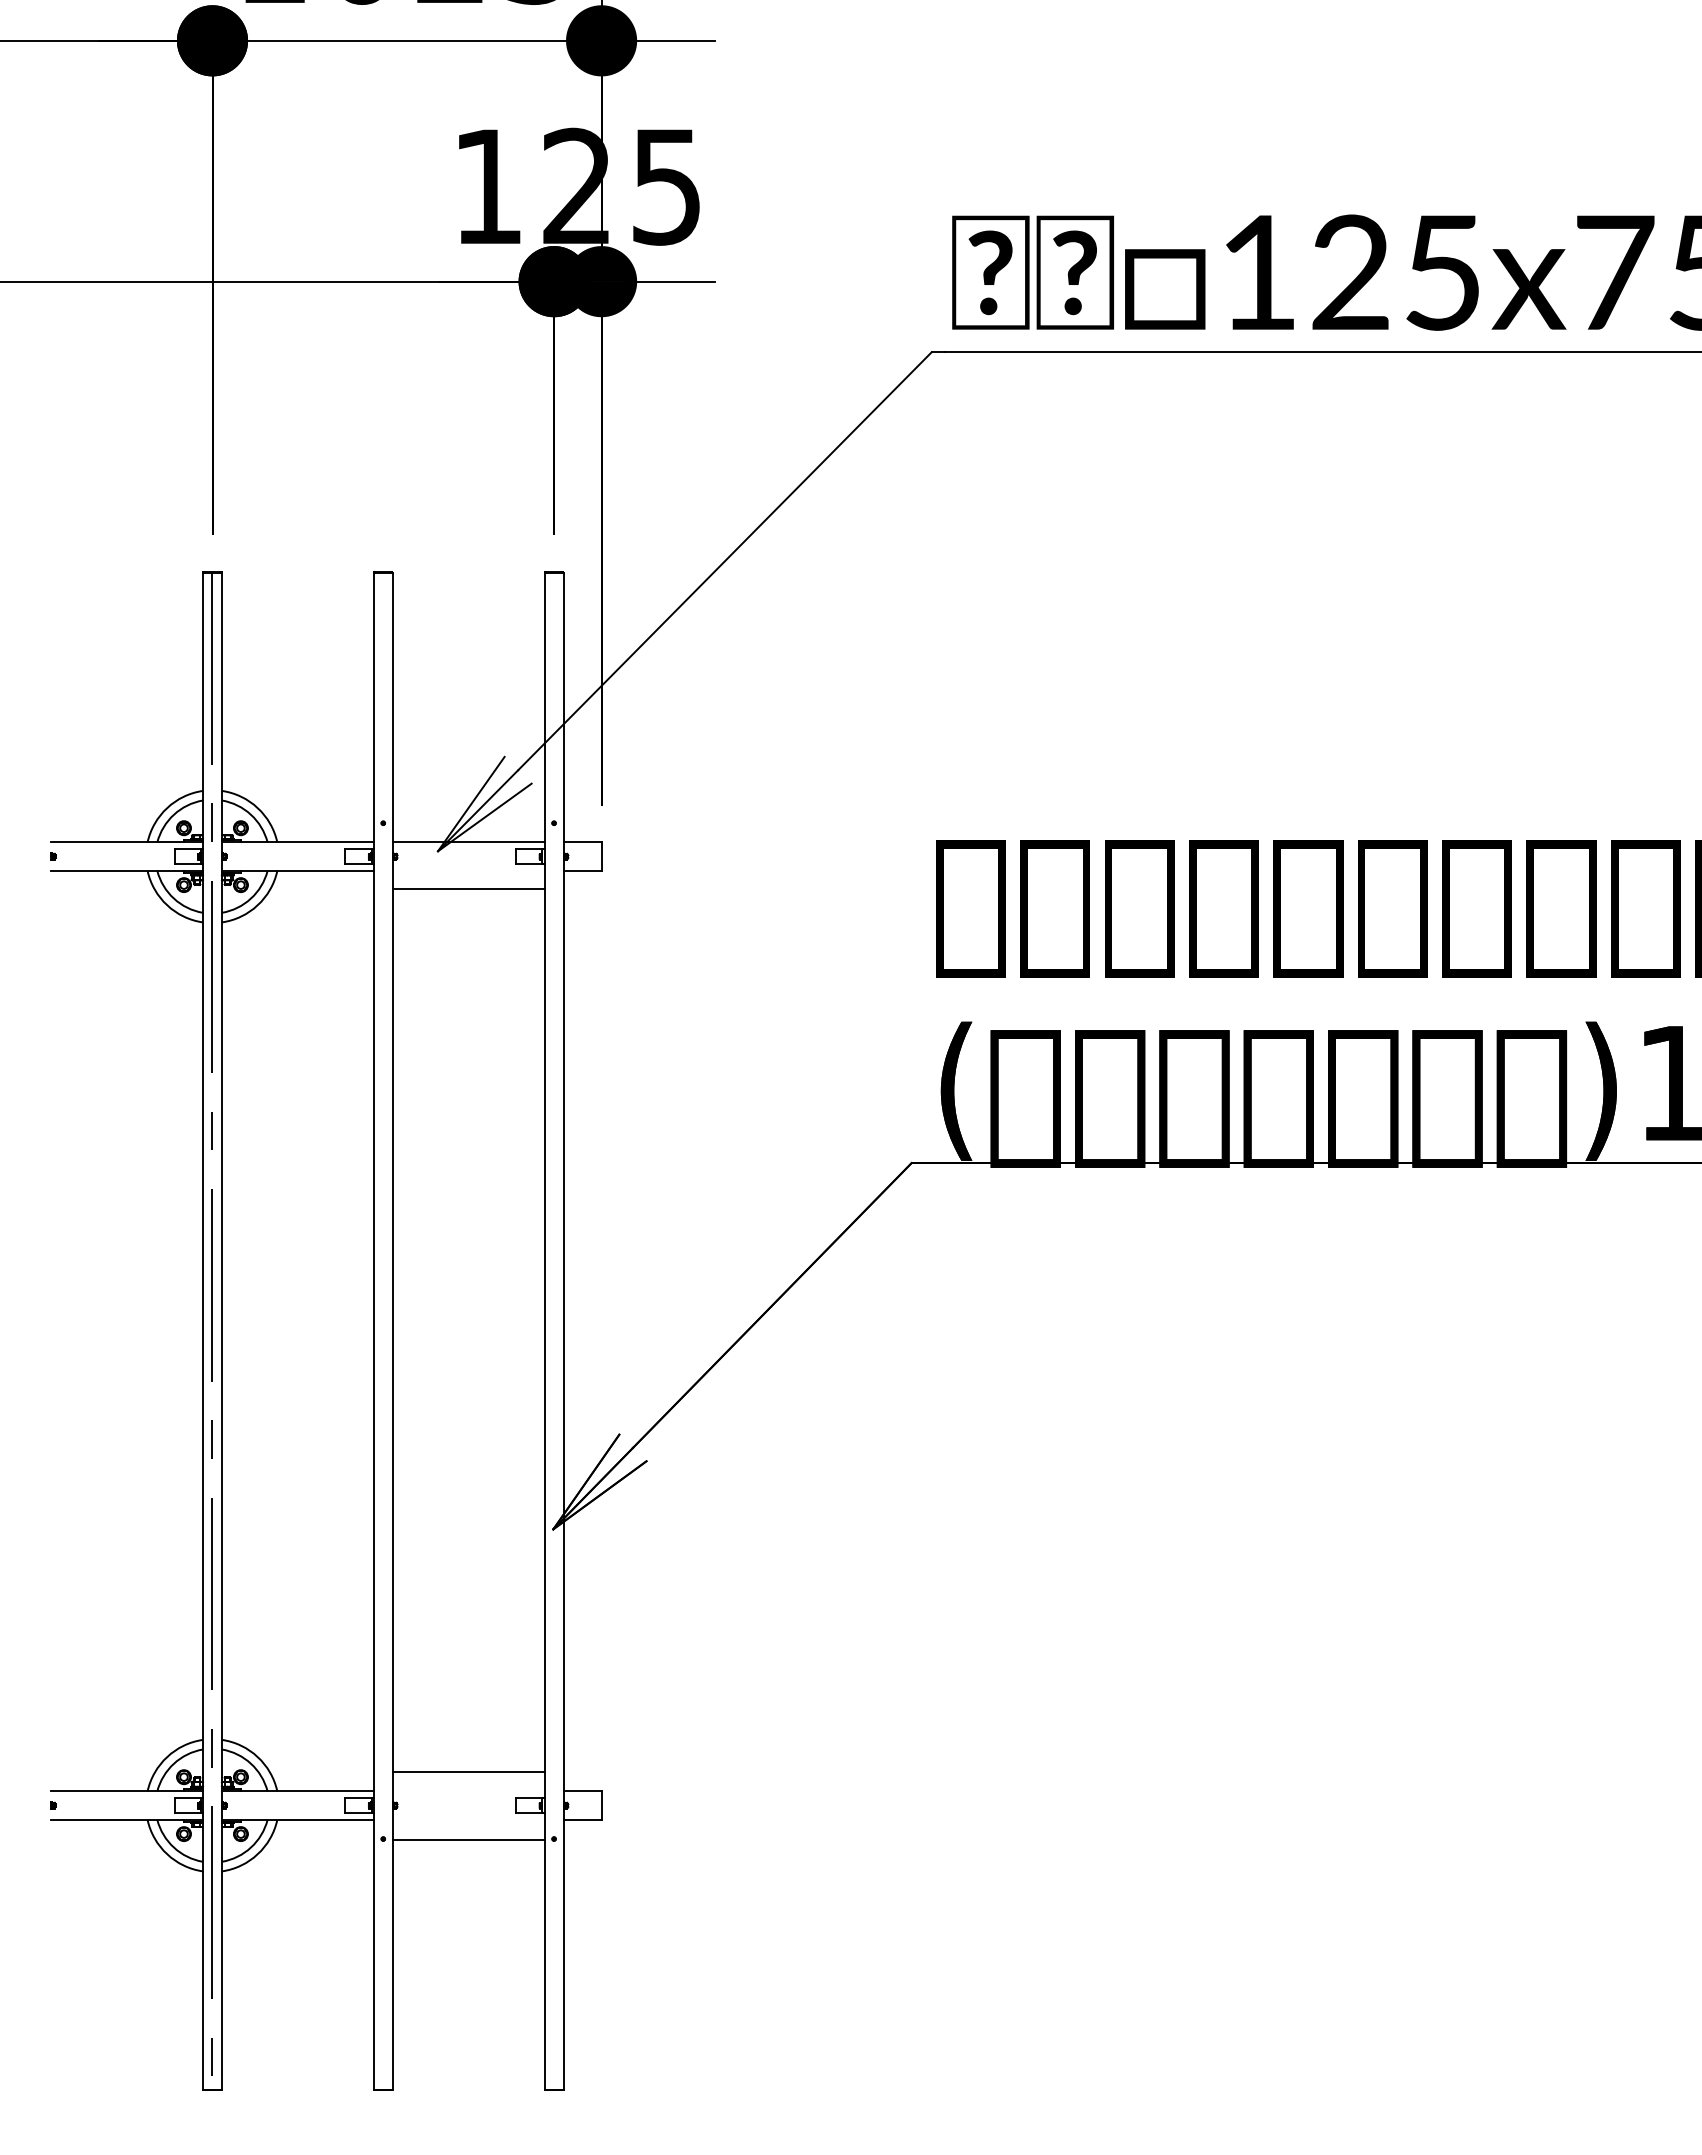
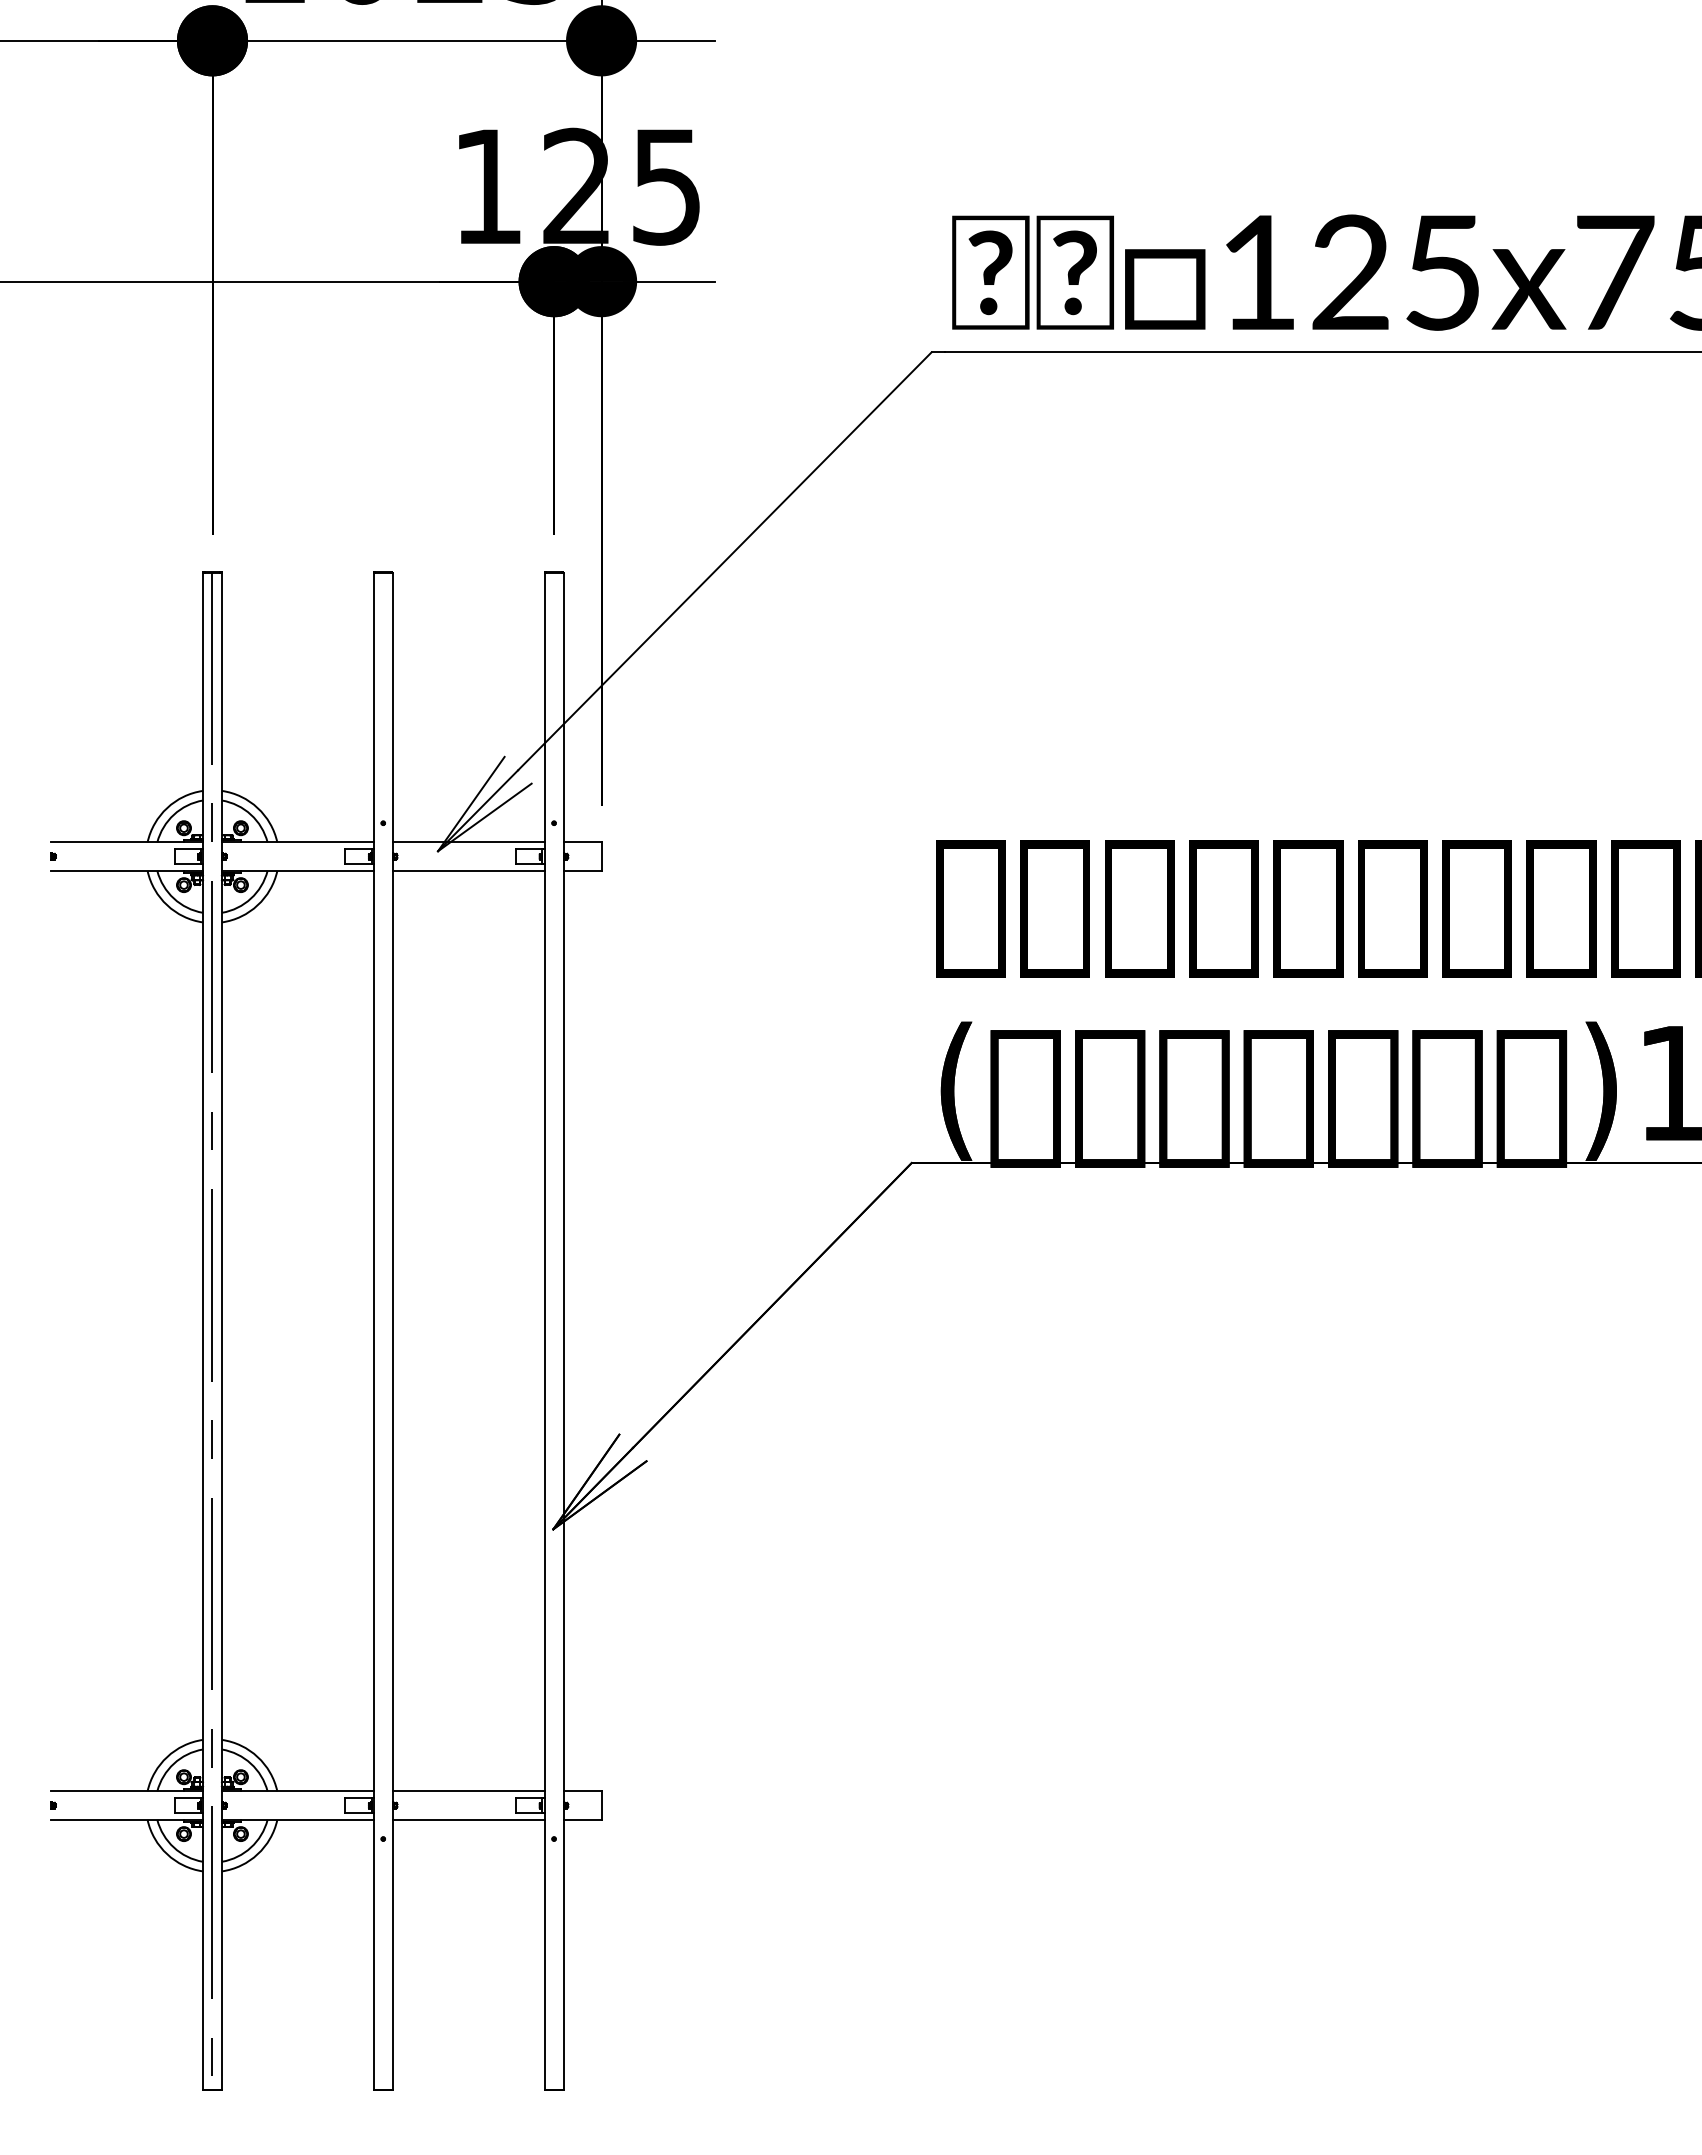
line at (468, 888) position: (468, 888) -> (468, 870)
line at (468, 1772) position: (468, 1772) -> (468, 1791)
line at (468, 1839) position: (468, 1839) -> (468, 1819)
